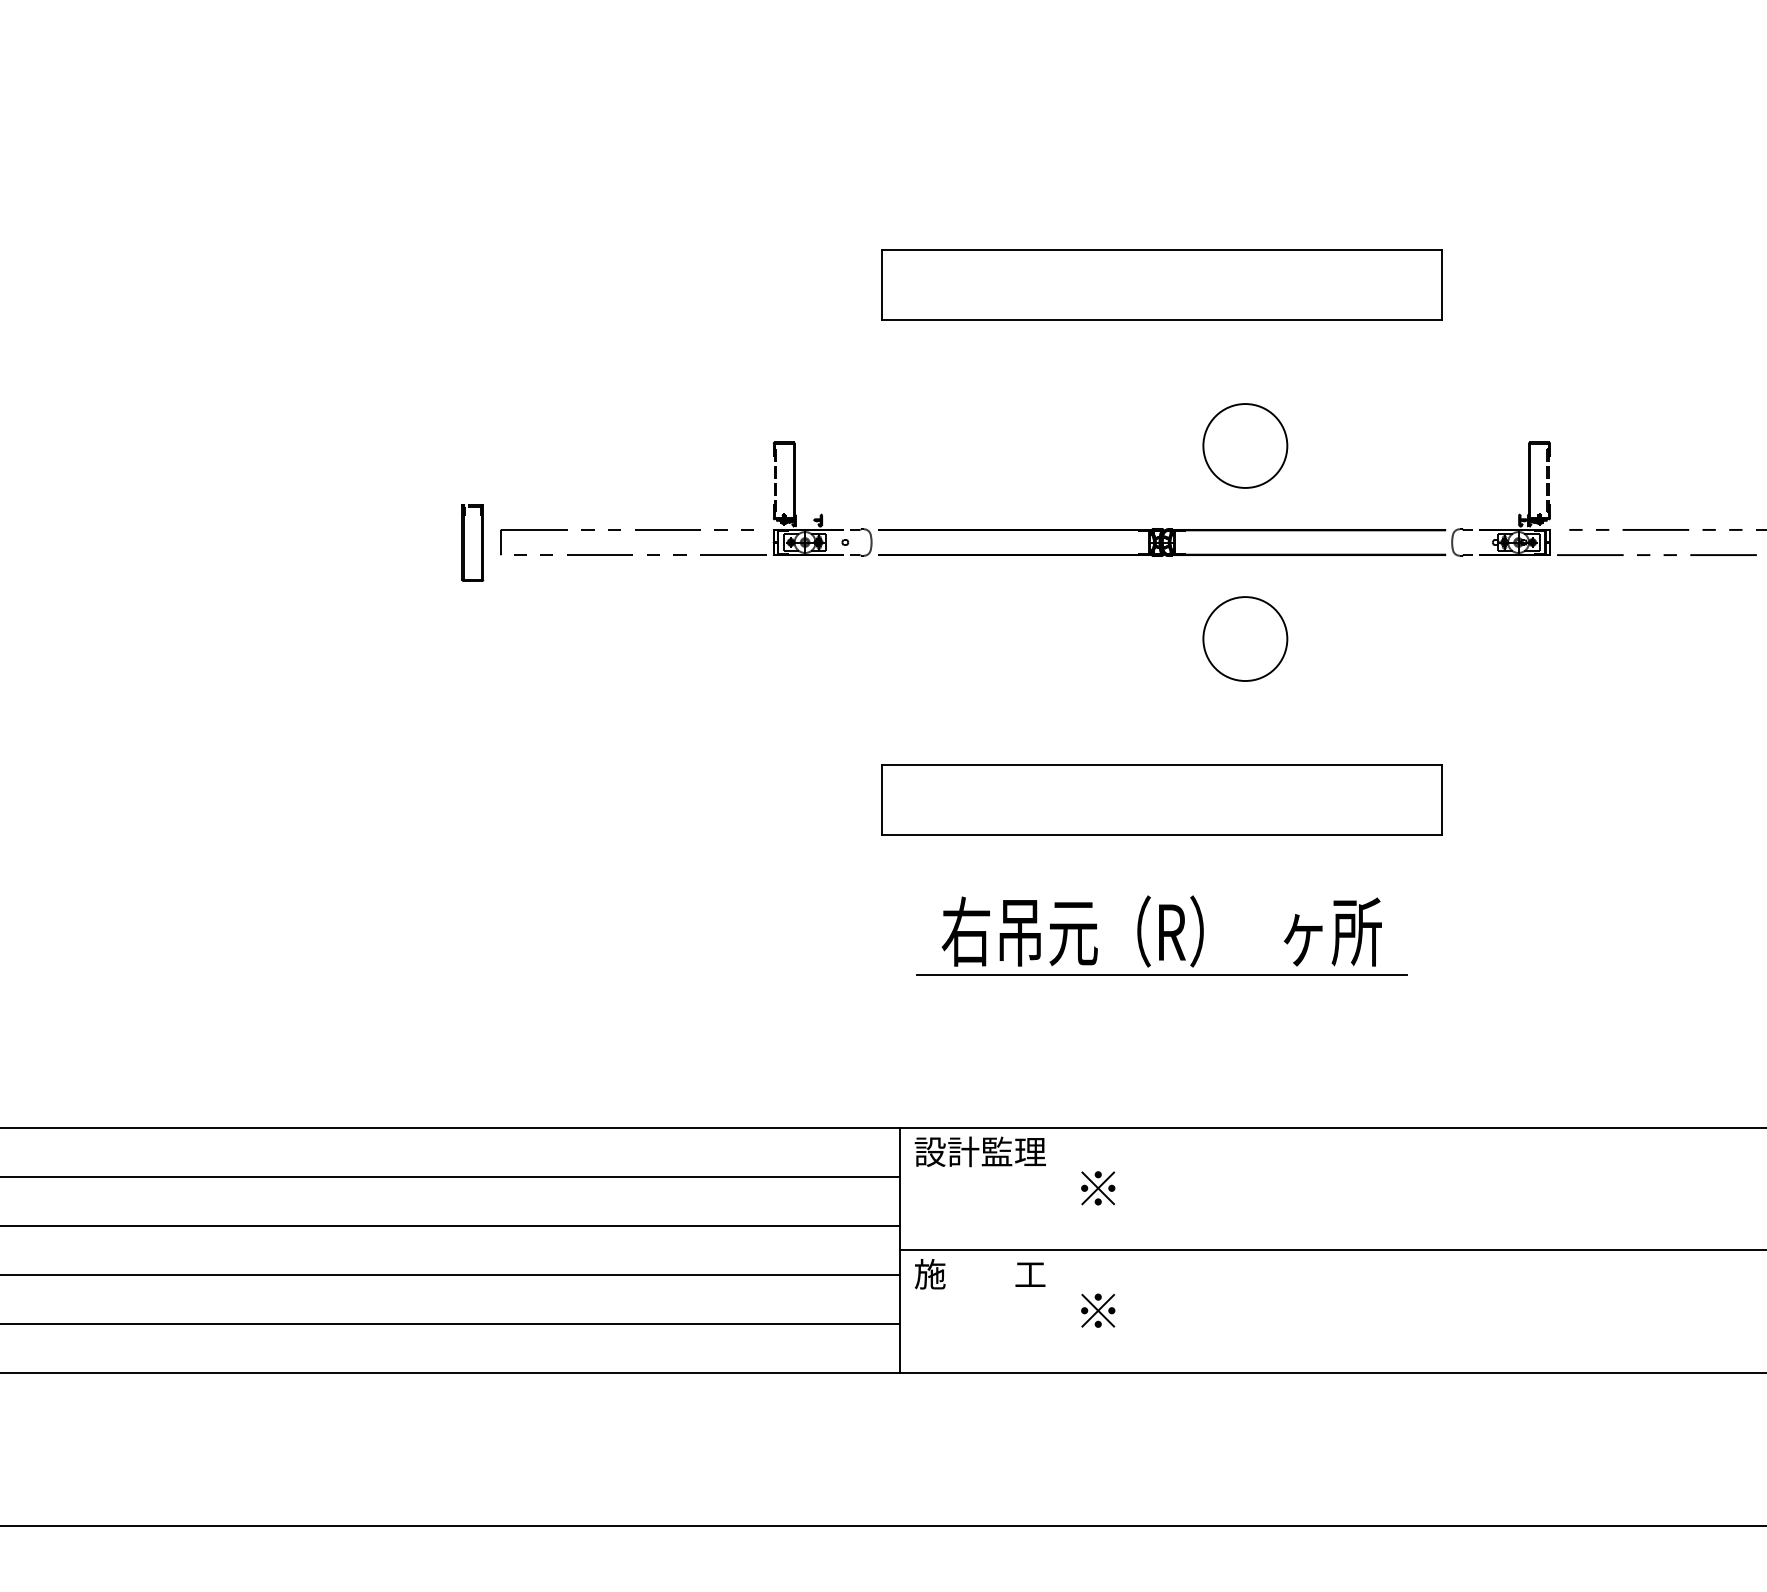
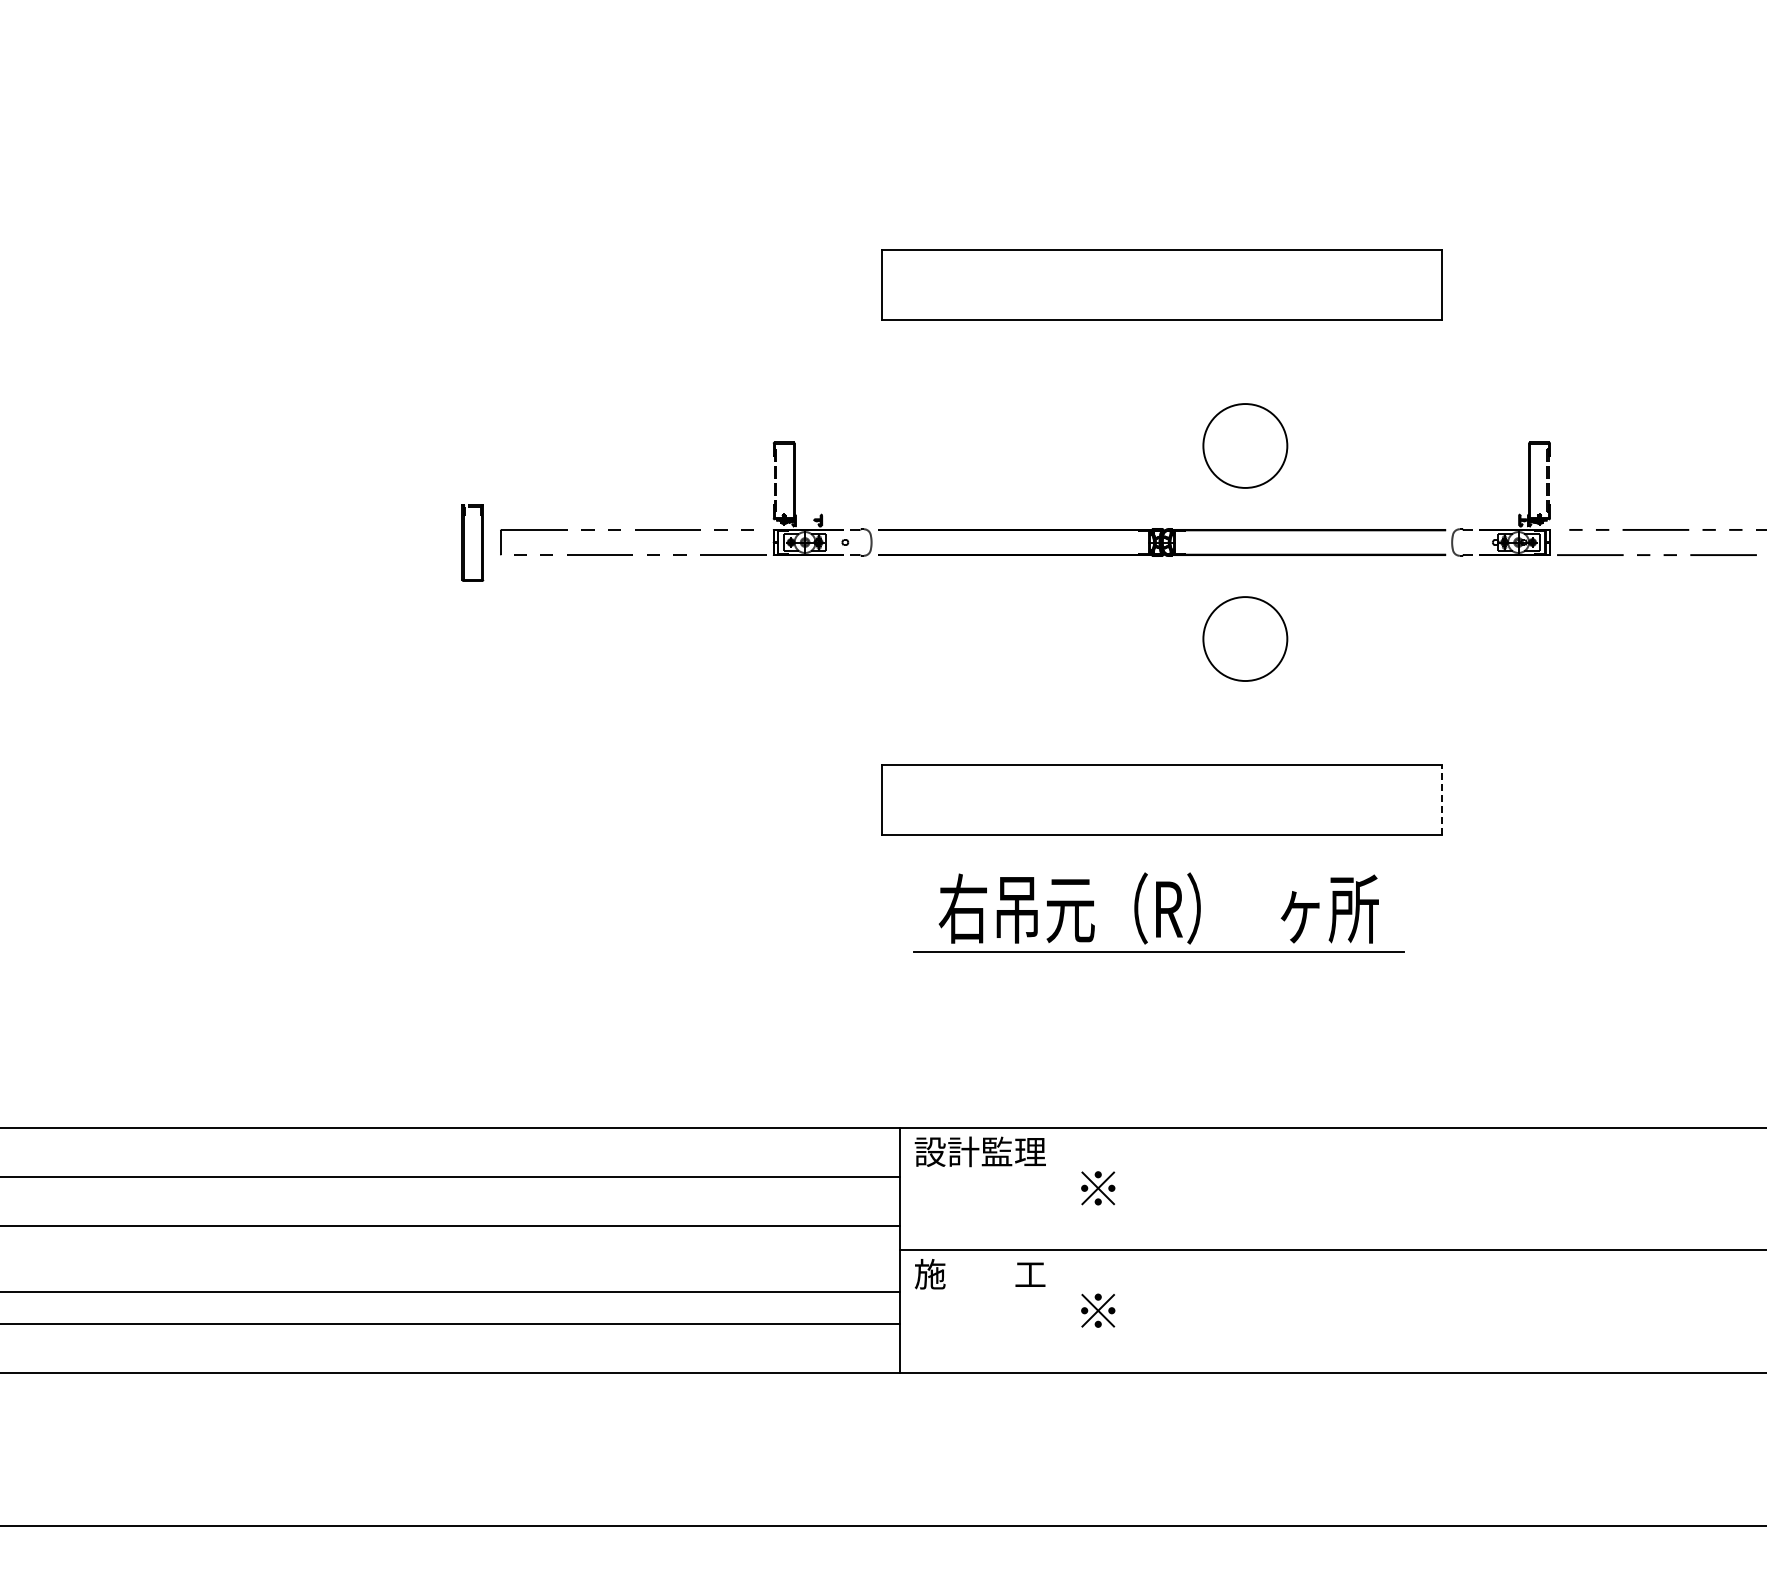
line at (1441, 799): solid -> dashed
part at (1161, 935) position: (1161, 935) -> (1158, 912)
line at (450, 1274) position: (450, 1274) -> (450, 1291)
